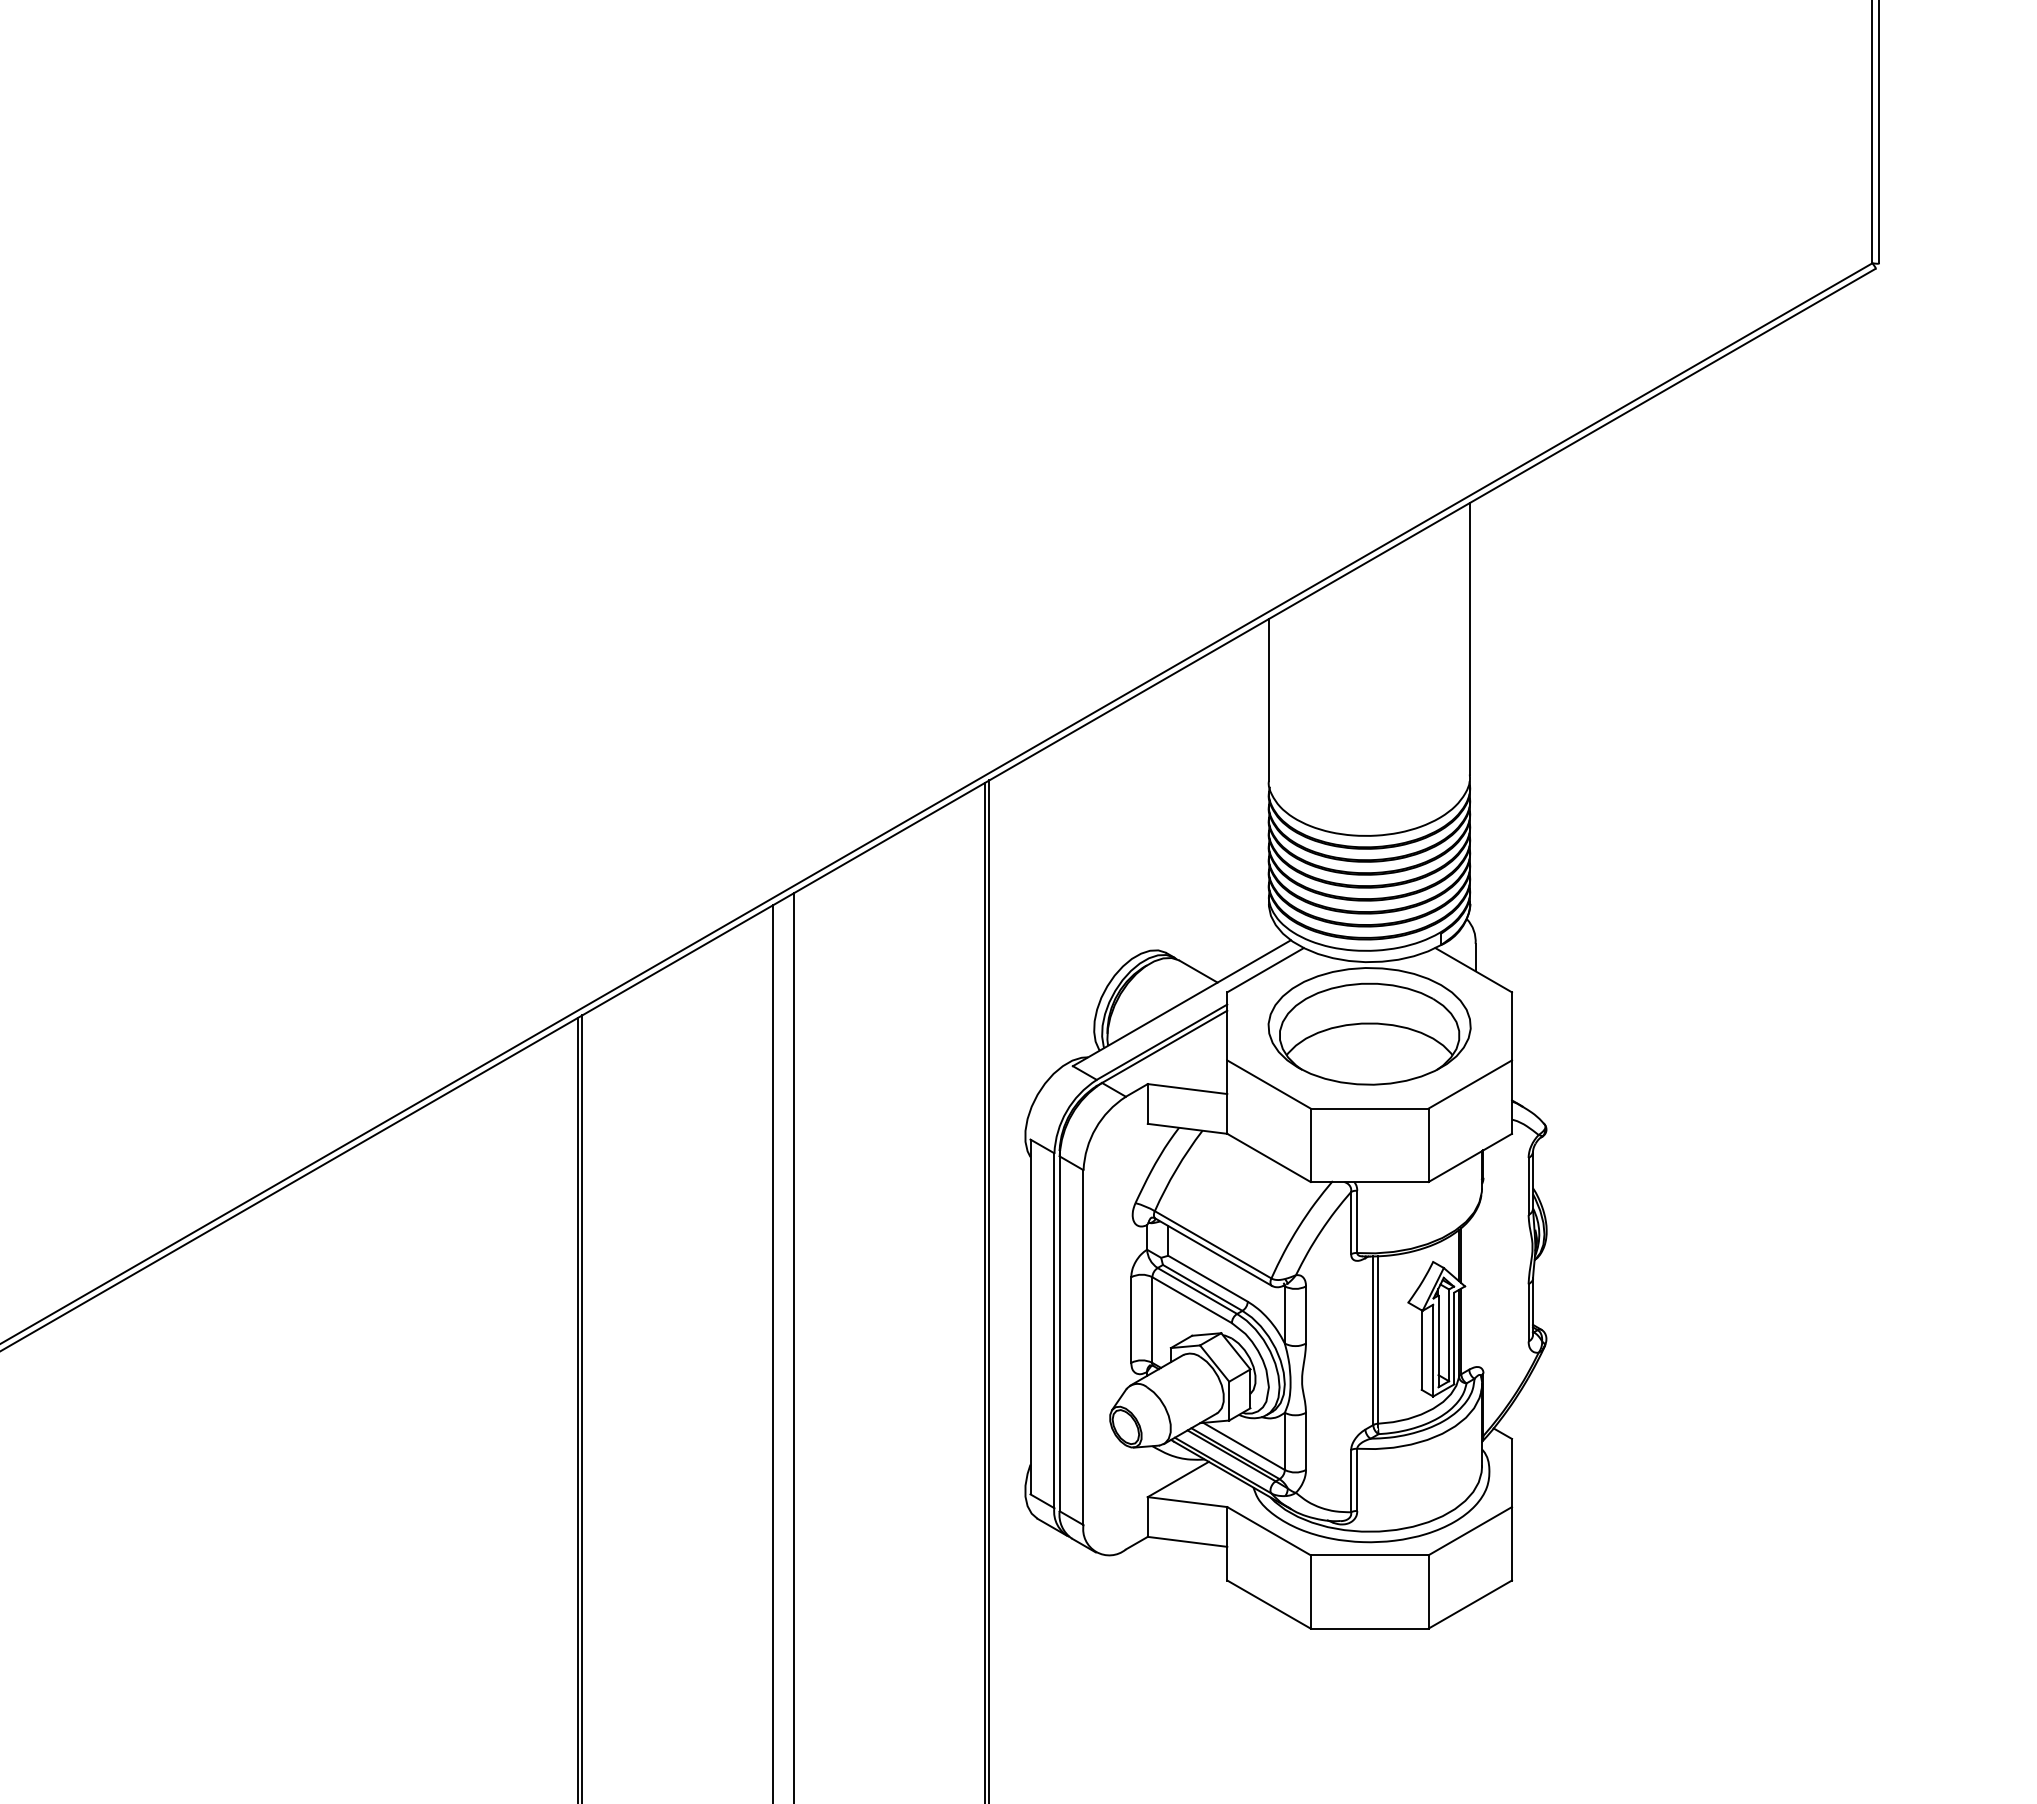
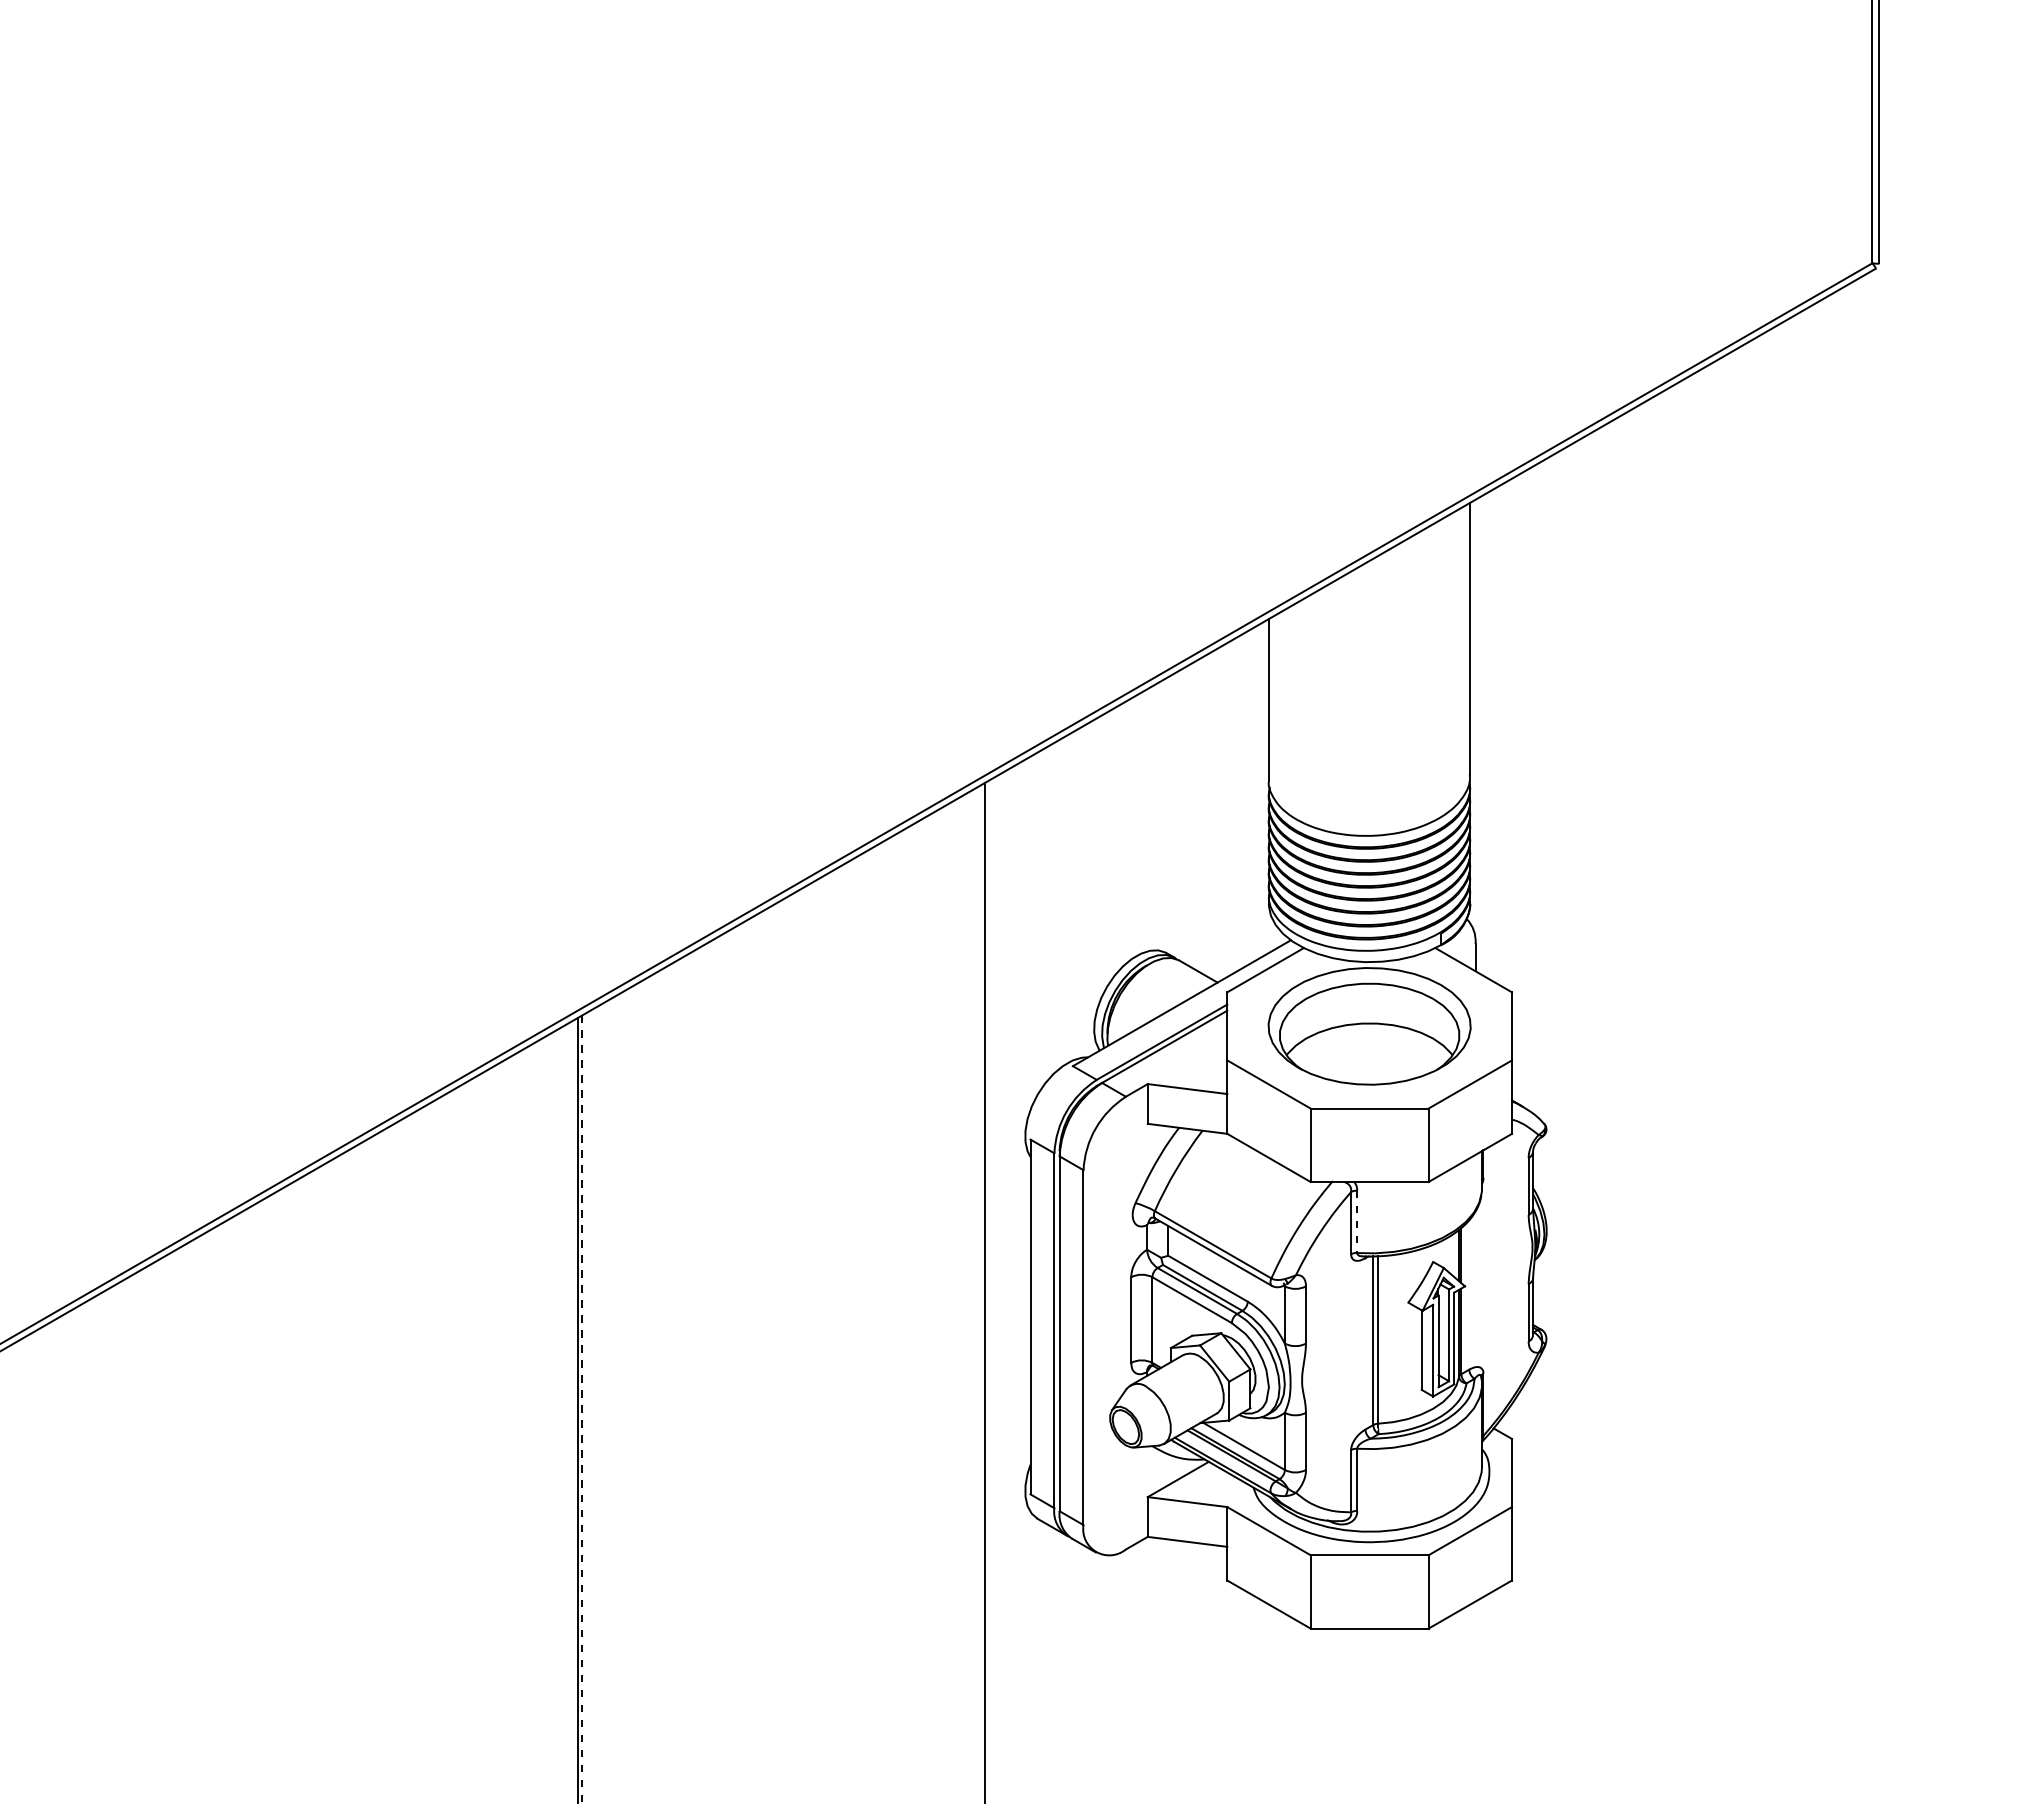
line at (1357, 1222): solid -> dashed
line at (989, 1290): present -> none
line at (794, 1346): present -> none
line at (773, 1352): present -> none
line at (582, 1409): solid -> dashed
